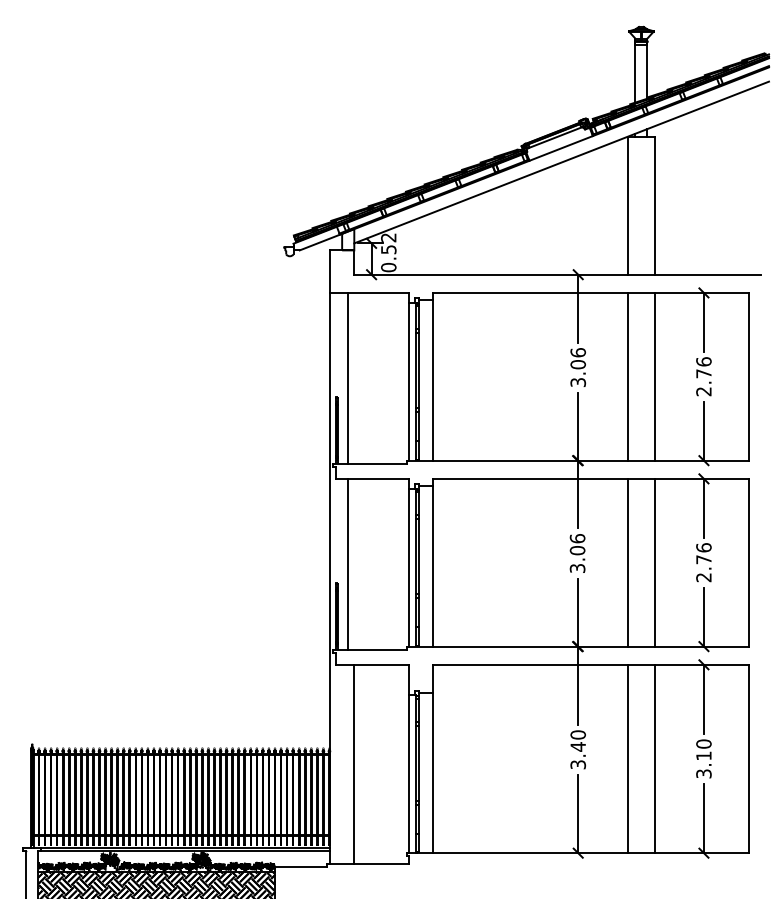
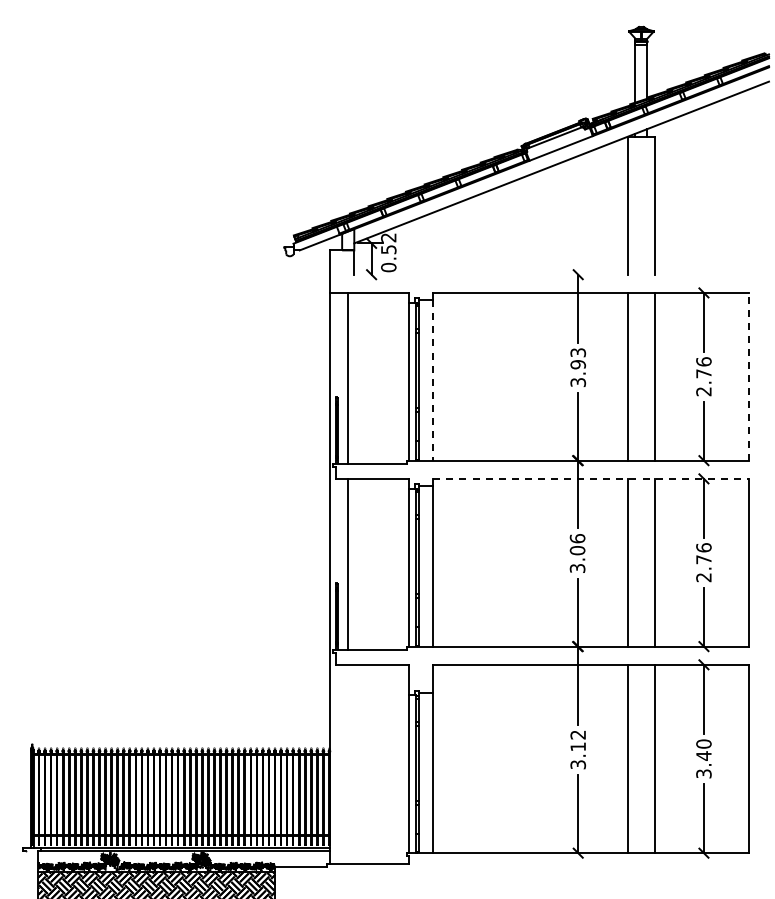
line at (557, 274): present -> none
text at (577, 358): 3.06 -> 3.93
line at (749, 376): solid -> dashed
line at (433, 380): solid -> dashed
line at (591, 478): solid -> dashed
text at (577, 740): 3.40 -> 3.12
text at (703, 755): 3.10 -> 3.40
line at (354, 763): present -> none
line at (26, 872): present -> none
